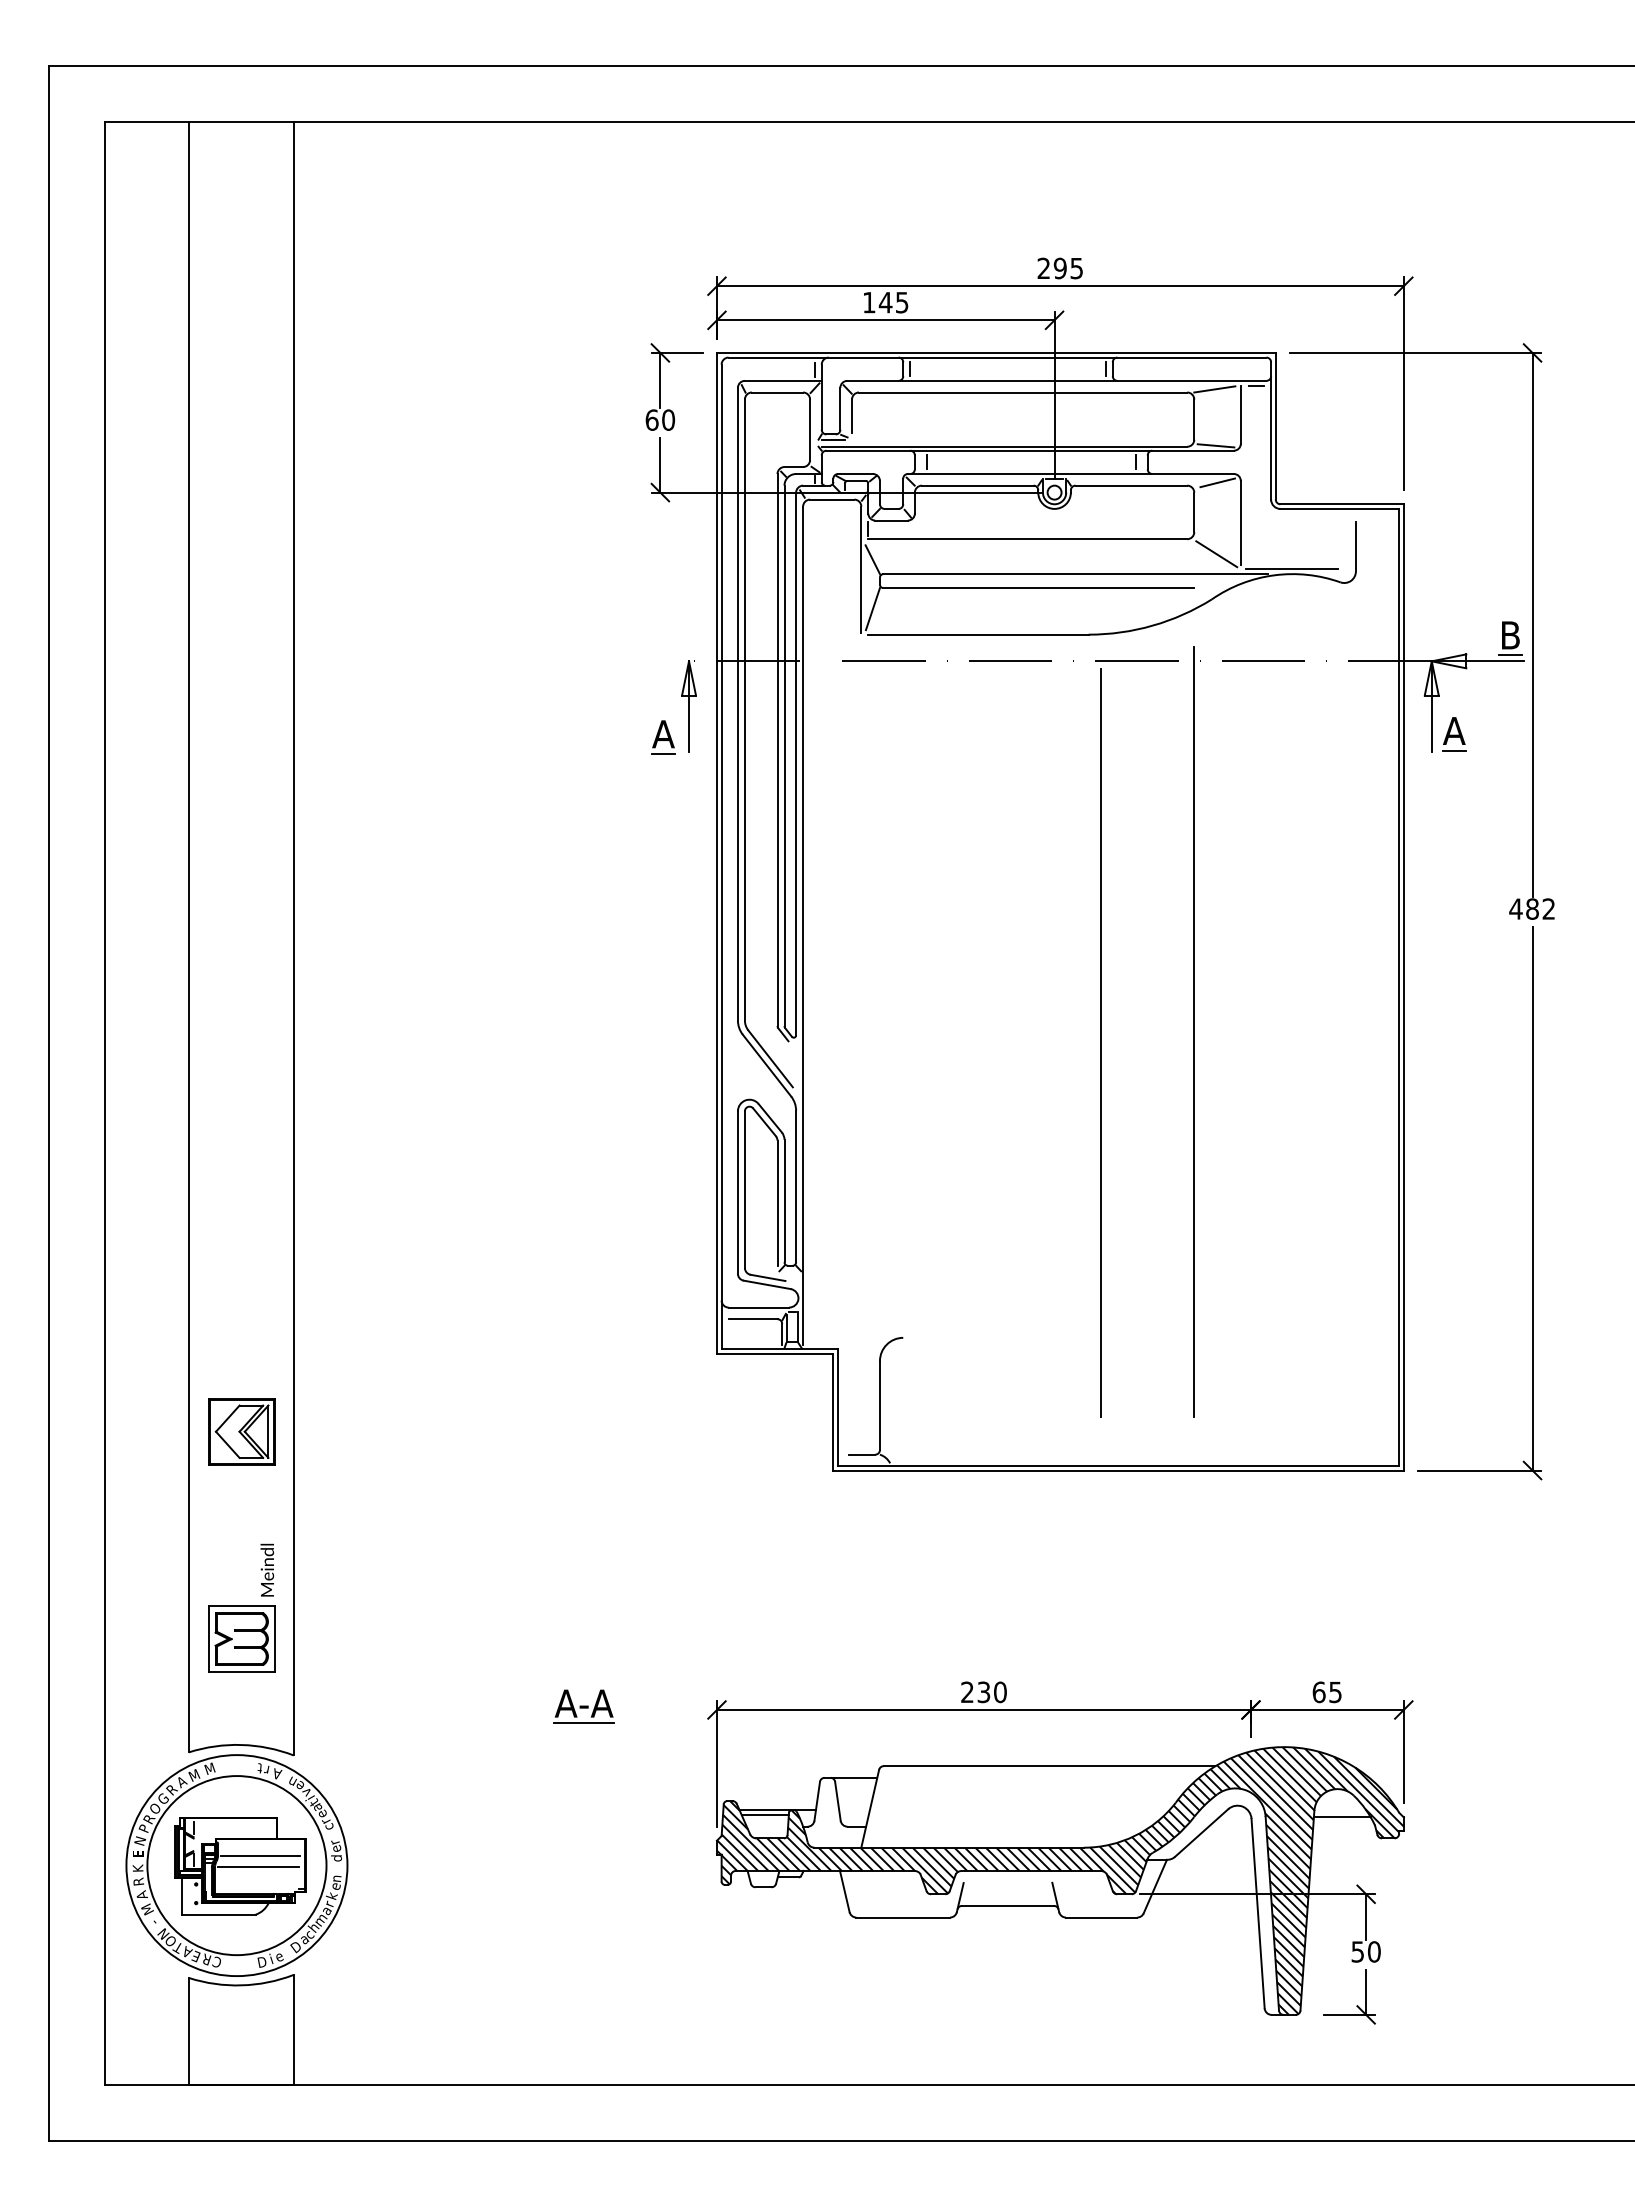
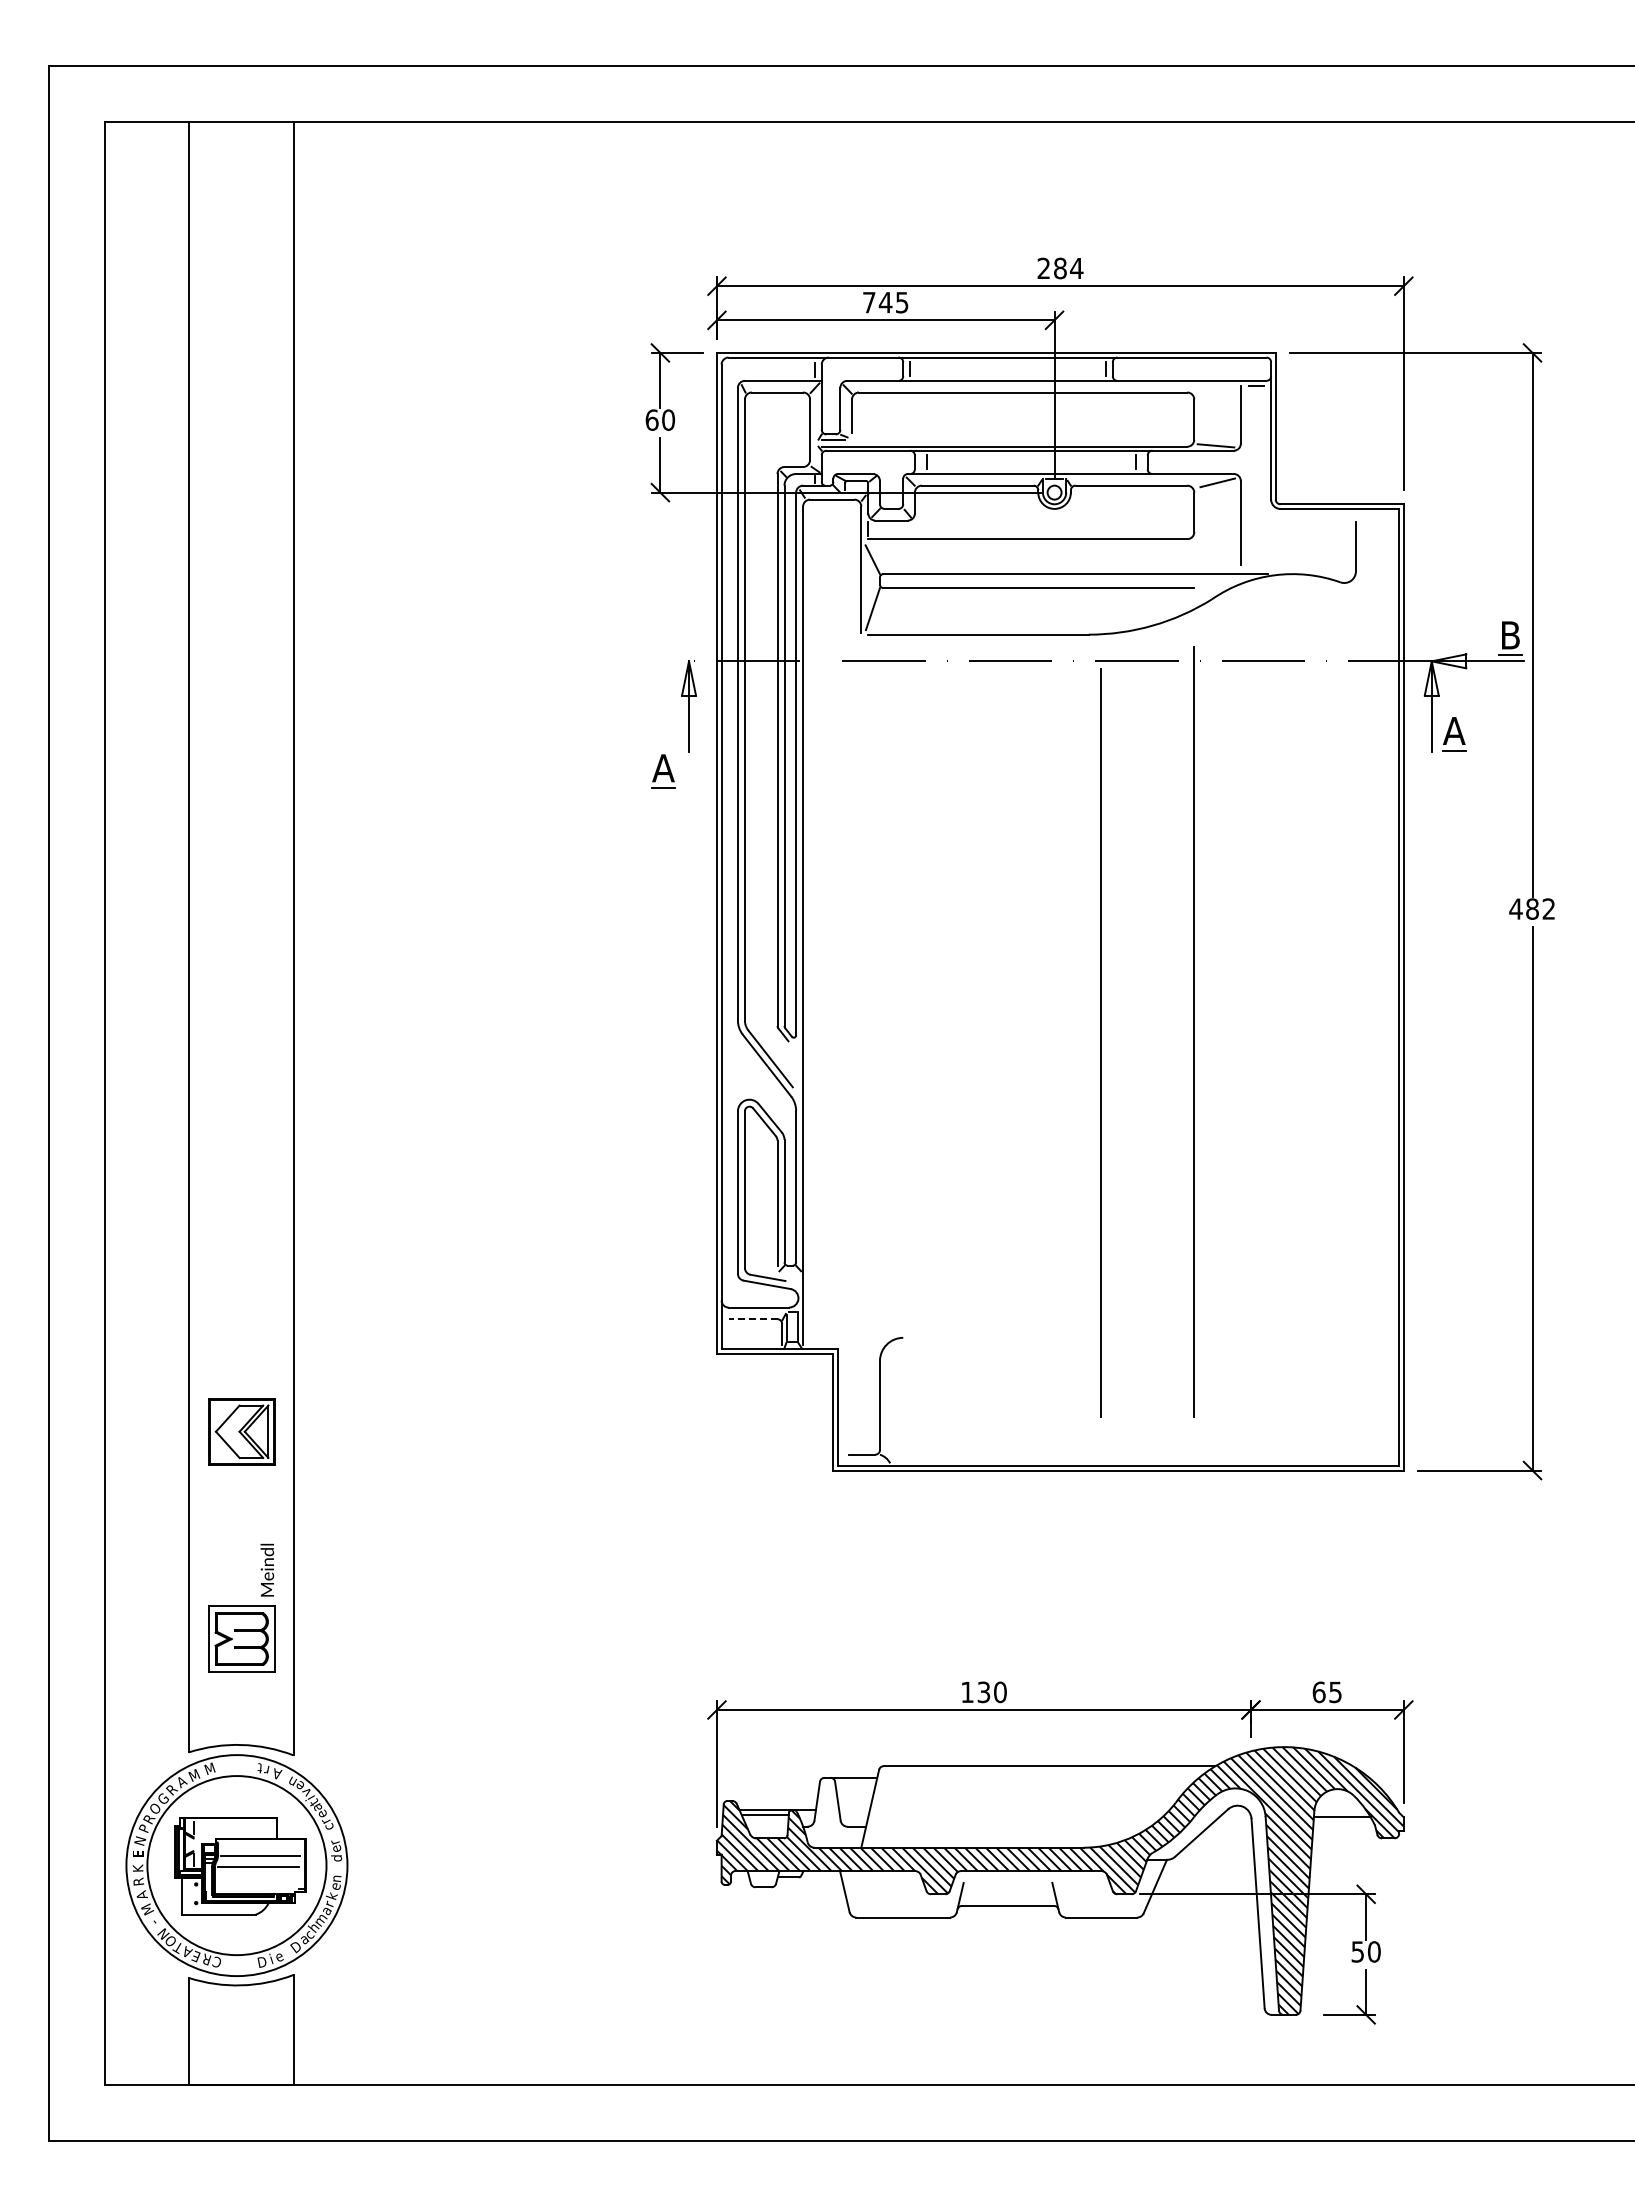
text at (1068, 268): 295 -> 284
text at (869, 302): 145 -> 745
line at (1214, 389): present -> none
line at (1216, 554): present -> none
line at (1291, 569): present -> none
part at (663, 737) position: (663, 737) -> (663, 771)
line at (752, 1319): solid -> dashed
text at (967, 1691): 230 -> 130
part at (583, 1706): present -> none
